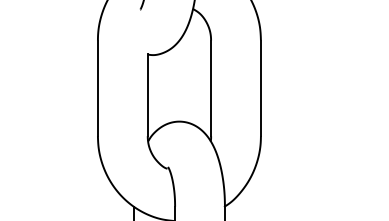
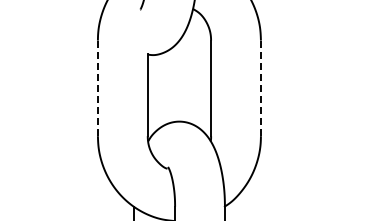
line at (97, 88): solid -> dashed
line at (260, 88): solid -> dashed
